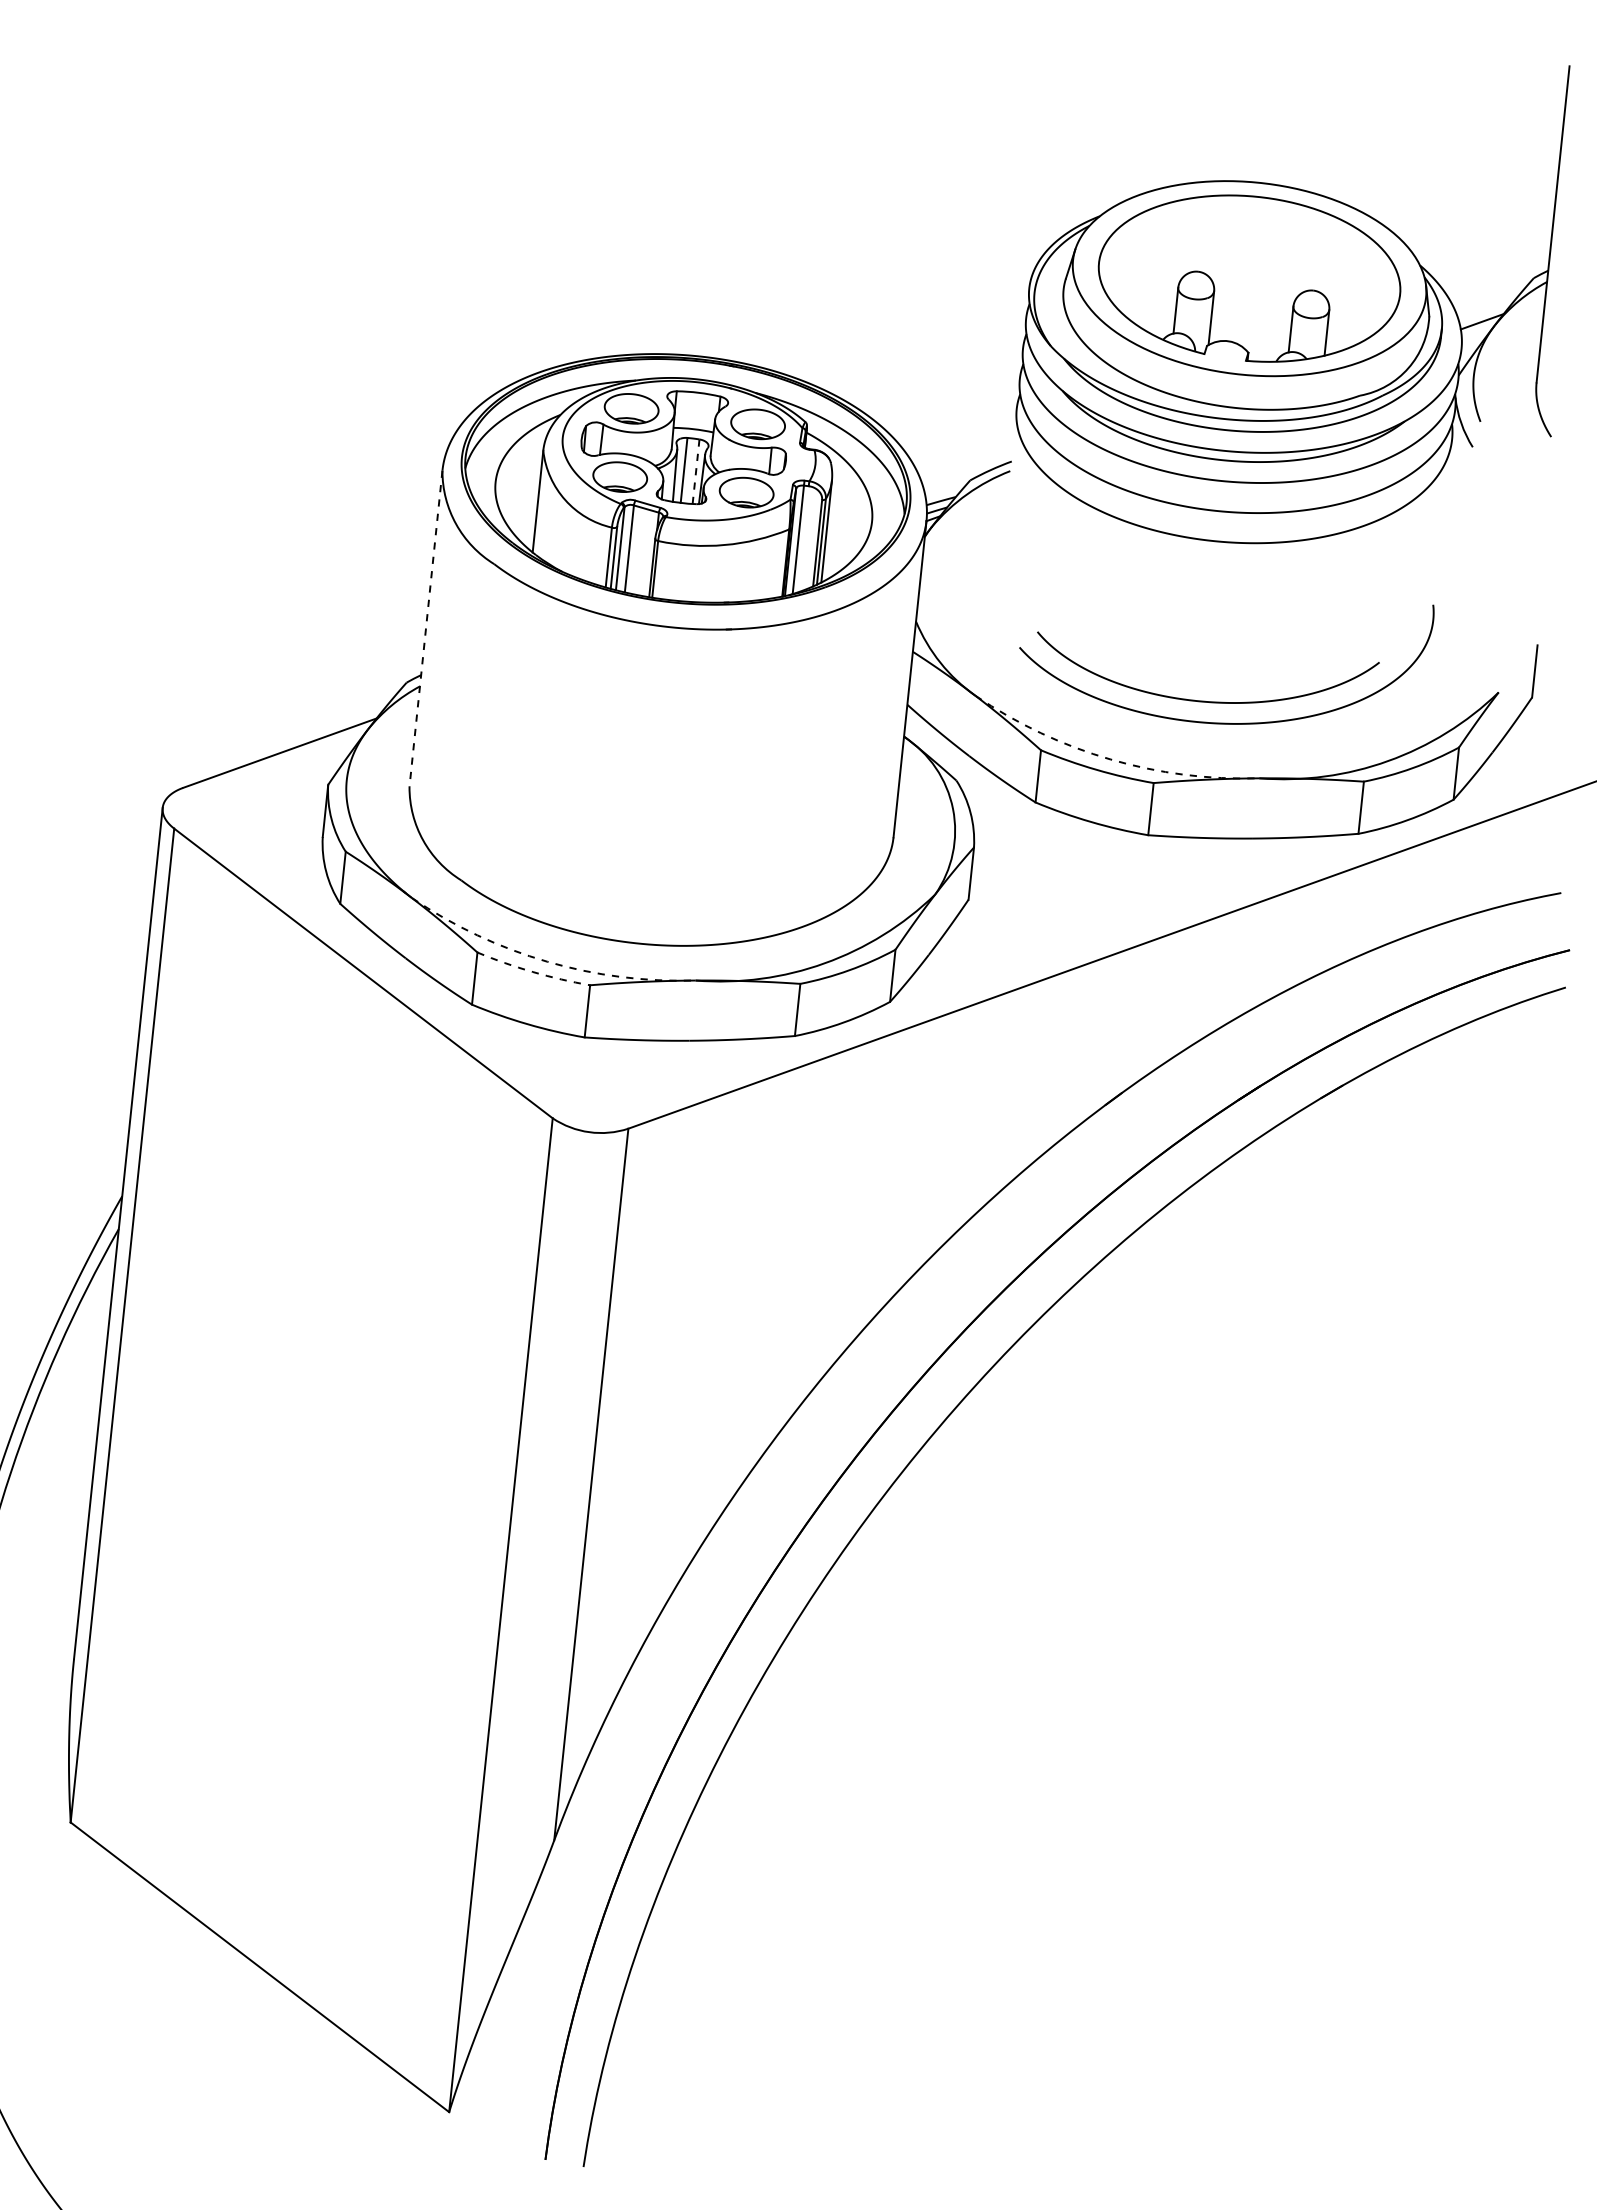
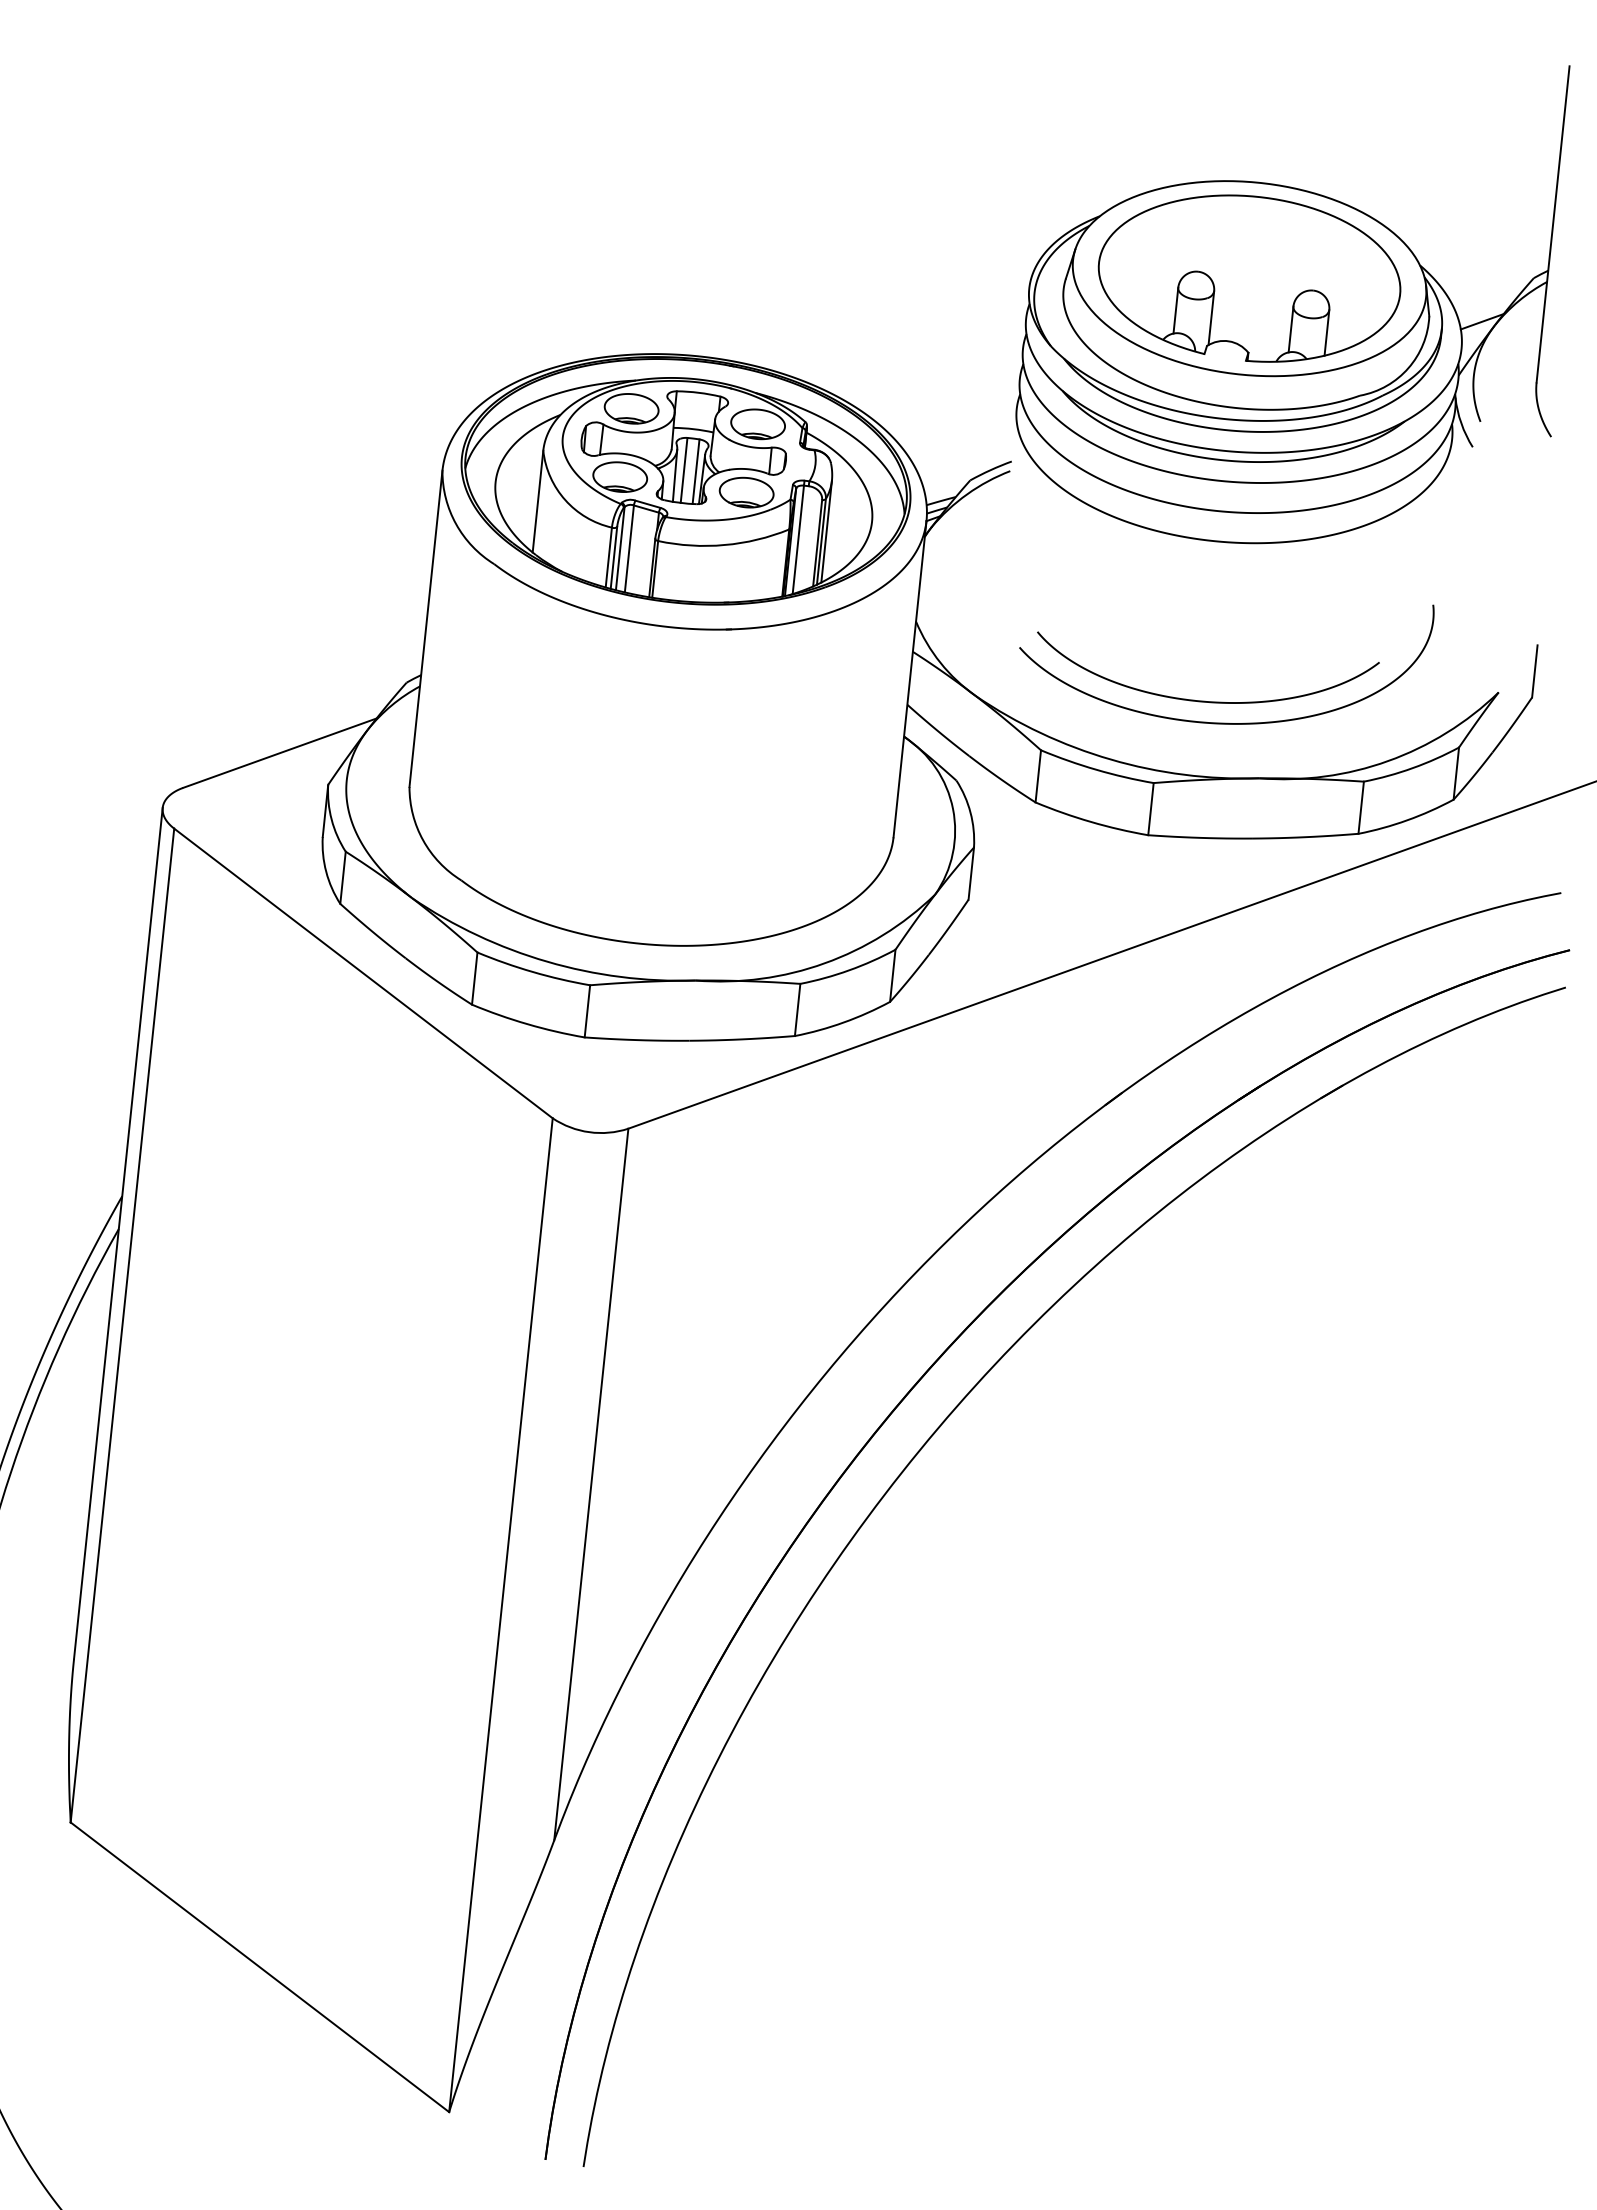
line at (696, 471): dashed -> solid
line at (425, 628): dashed -> solid
arc at (1110, 759): dashed -> solid
arc at (547, 961): dashed -> solid
arc at (532, 972): dashed -> solid
